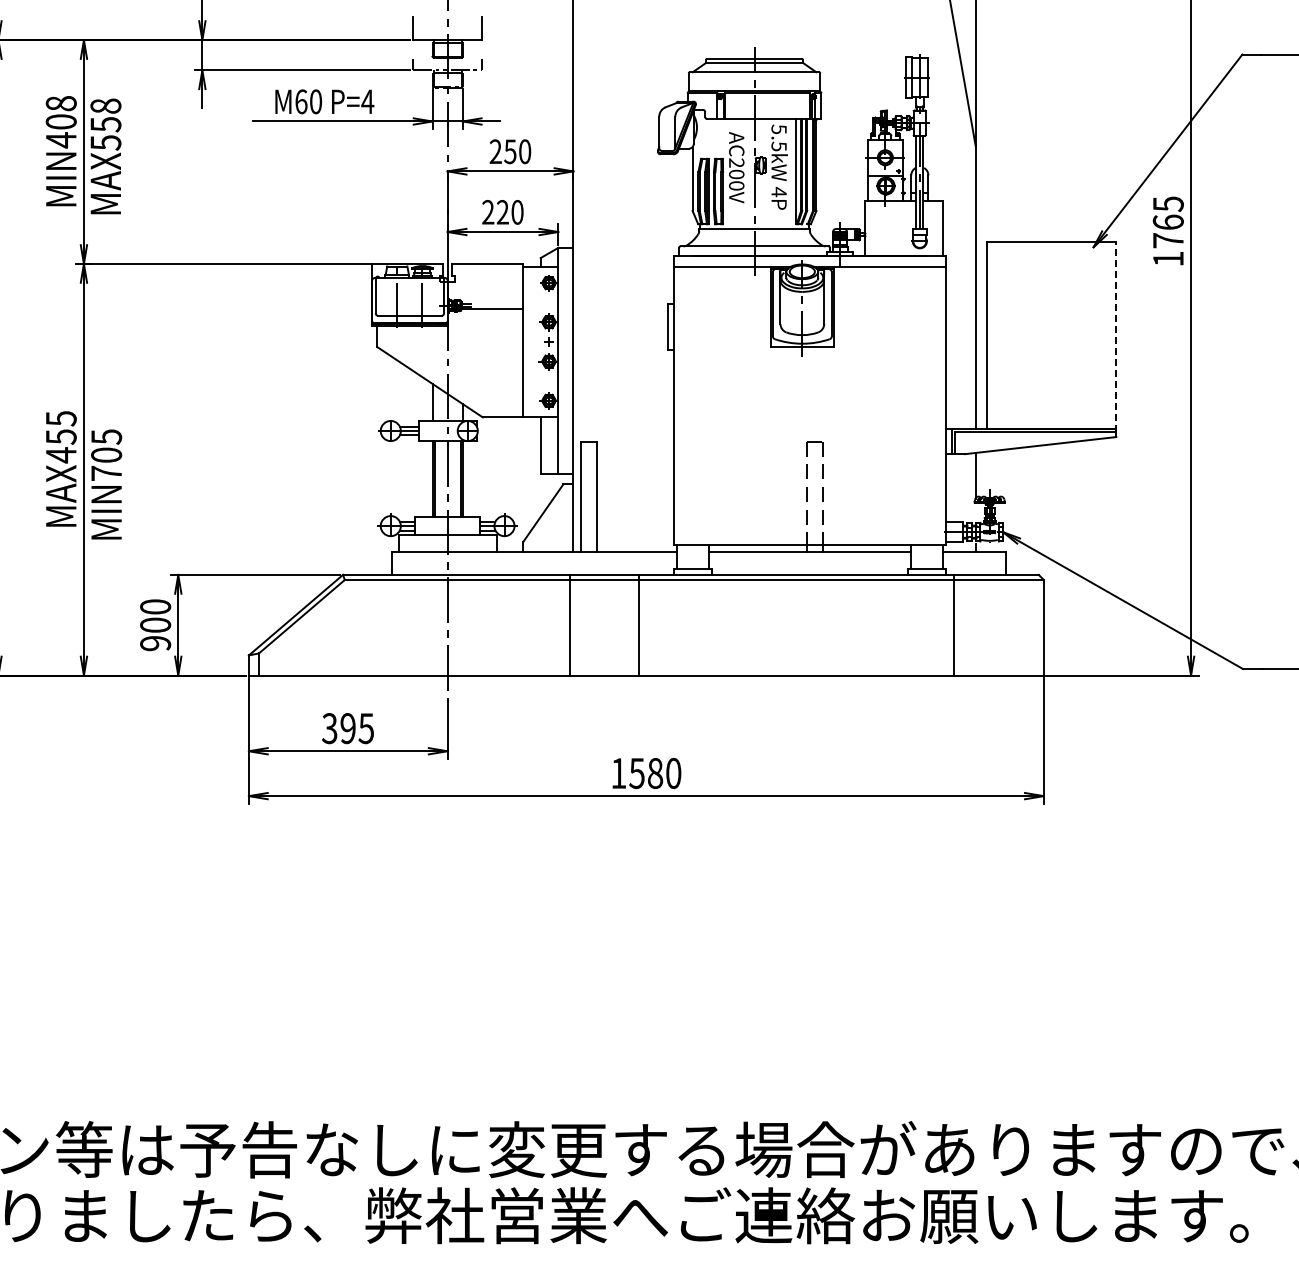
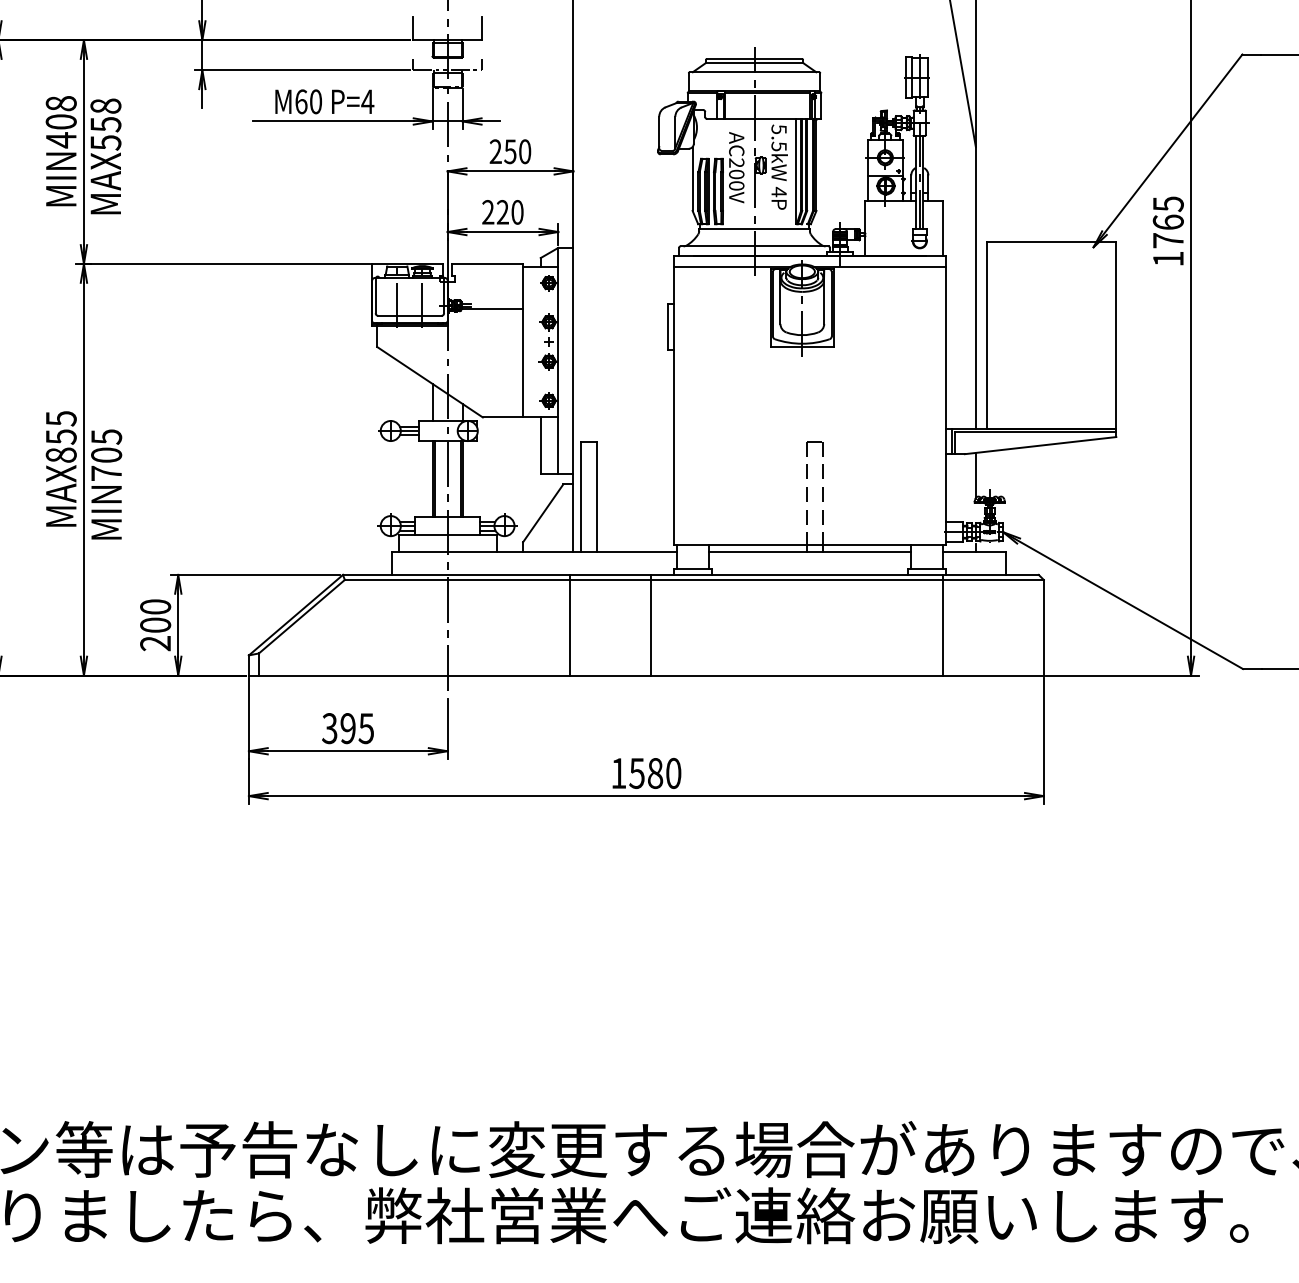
line at (1116, 336): dashed -> solid
text at (60, 455): MAX455 -> MAX855
line at (639, 624) position: (639, 624) -> (651, 624)
line at (954, 624) position: (954, 624) -> (943, 624)
text at (155, 643): 900 -> 200
